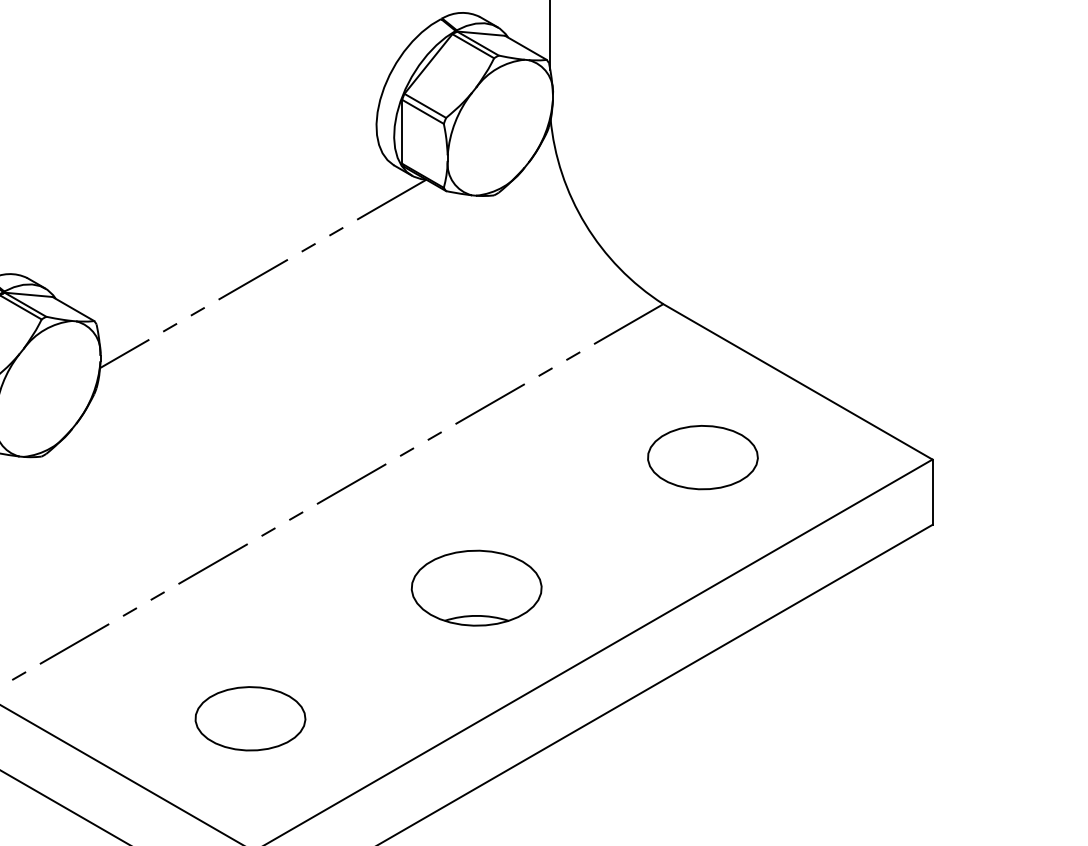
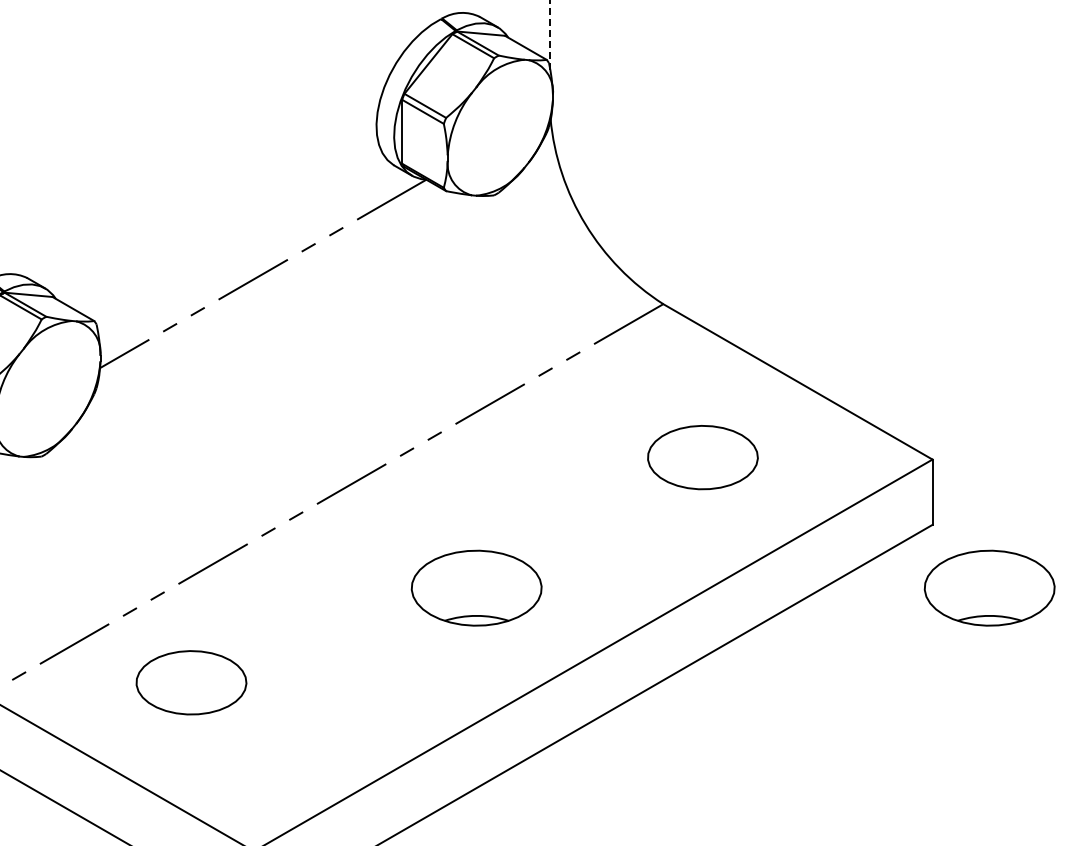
line at (550, 35): solid -> dashed
part at (989, 587): none -> present
part at (250, 718) position: (250, 718) -> (191, 682)
